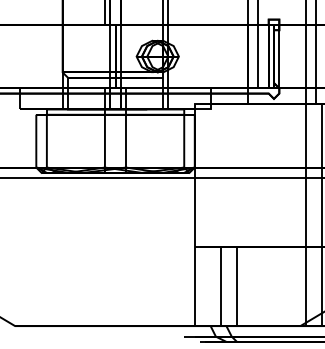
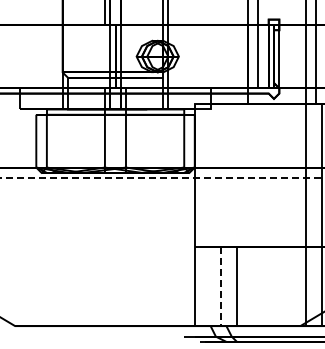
line at (162, 178): solid -> dashed
line at (221, 286): solid -> dashed
